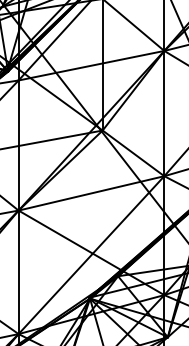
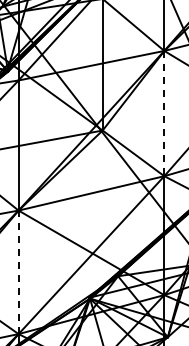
line at (164, 113): solid -> dashed
line at (18, 272): solid -> dashed
